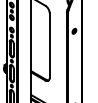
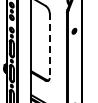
line at (49, 46): solid -> dashed
